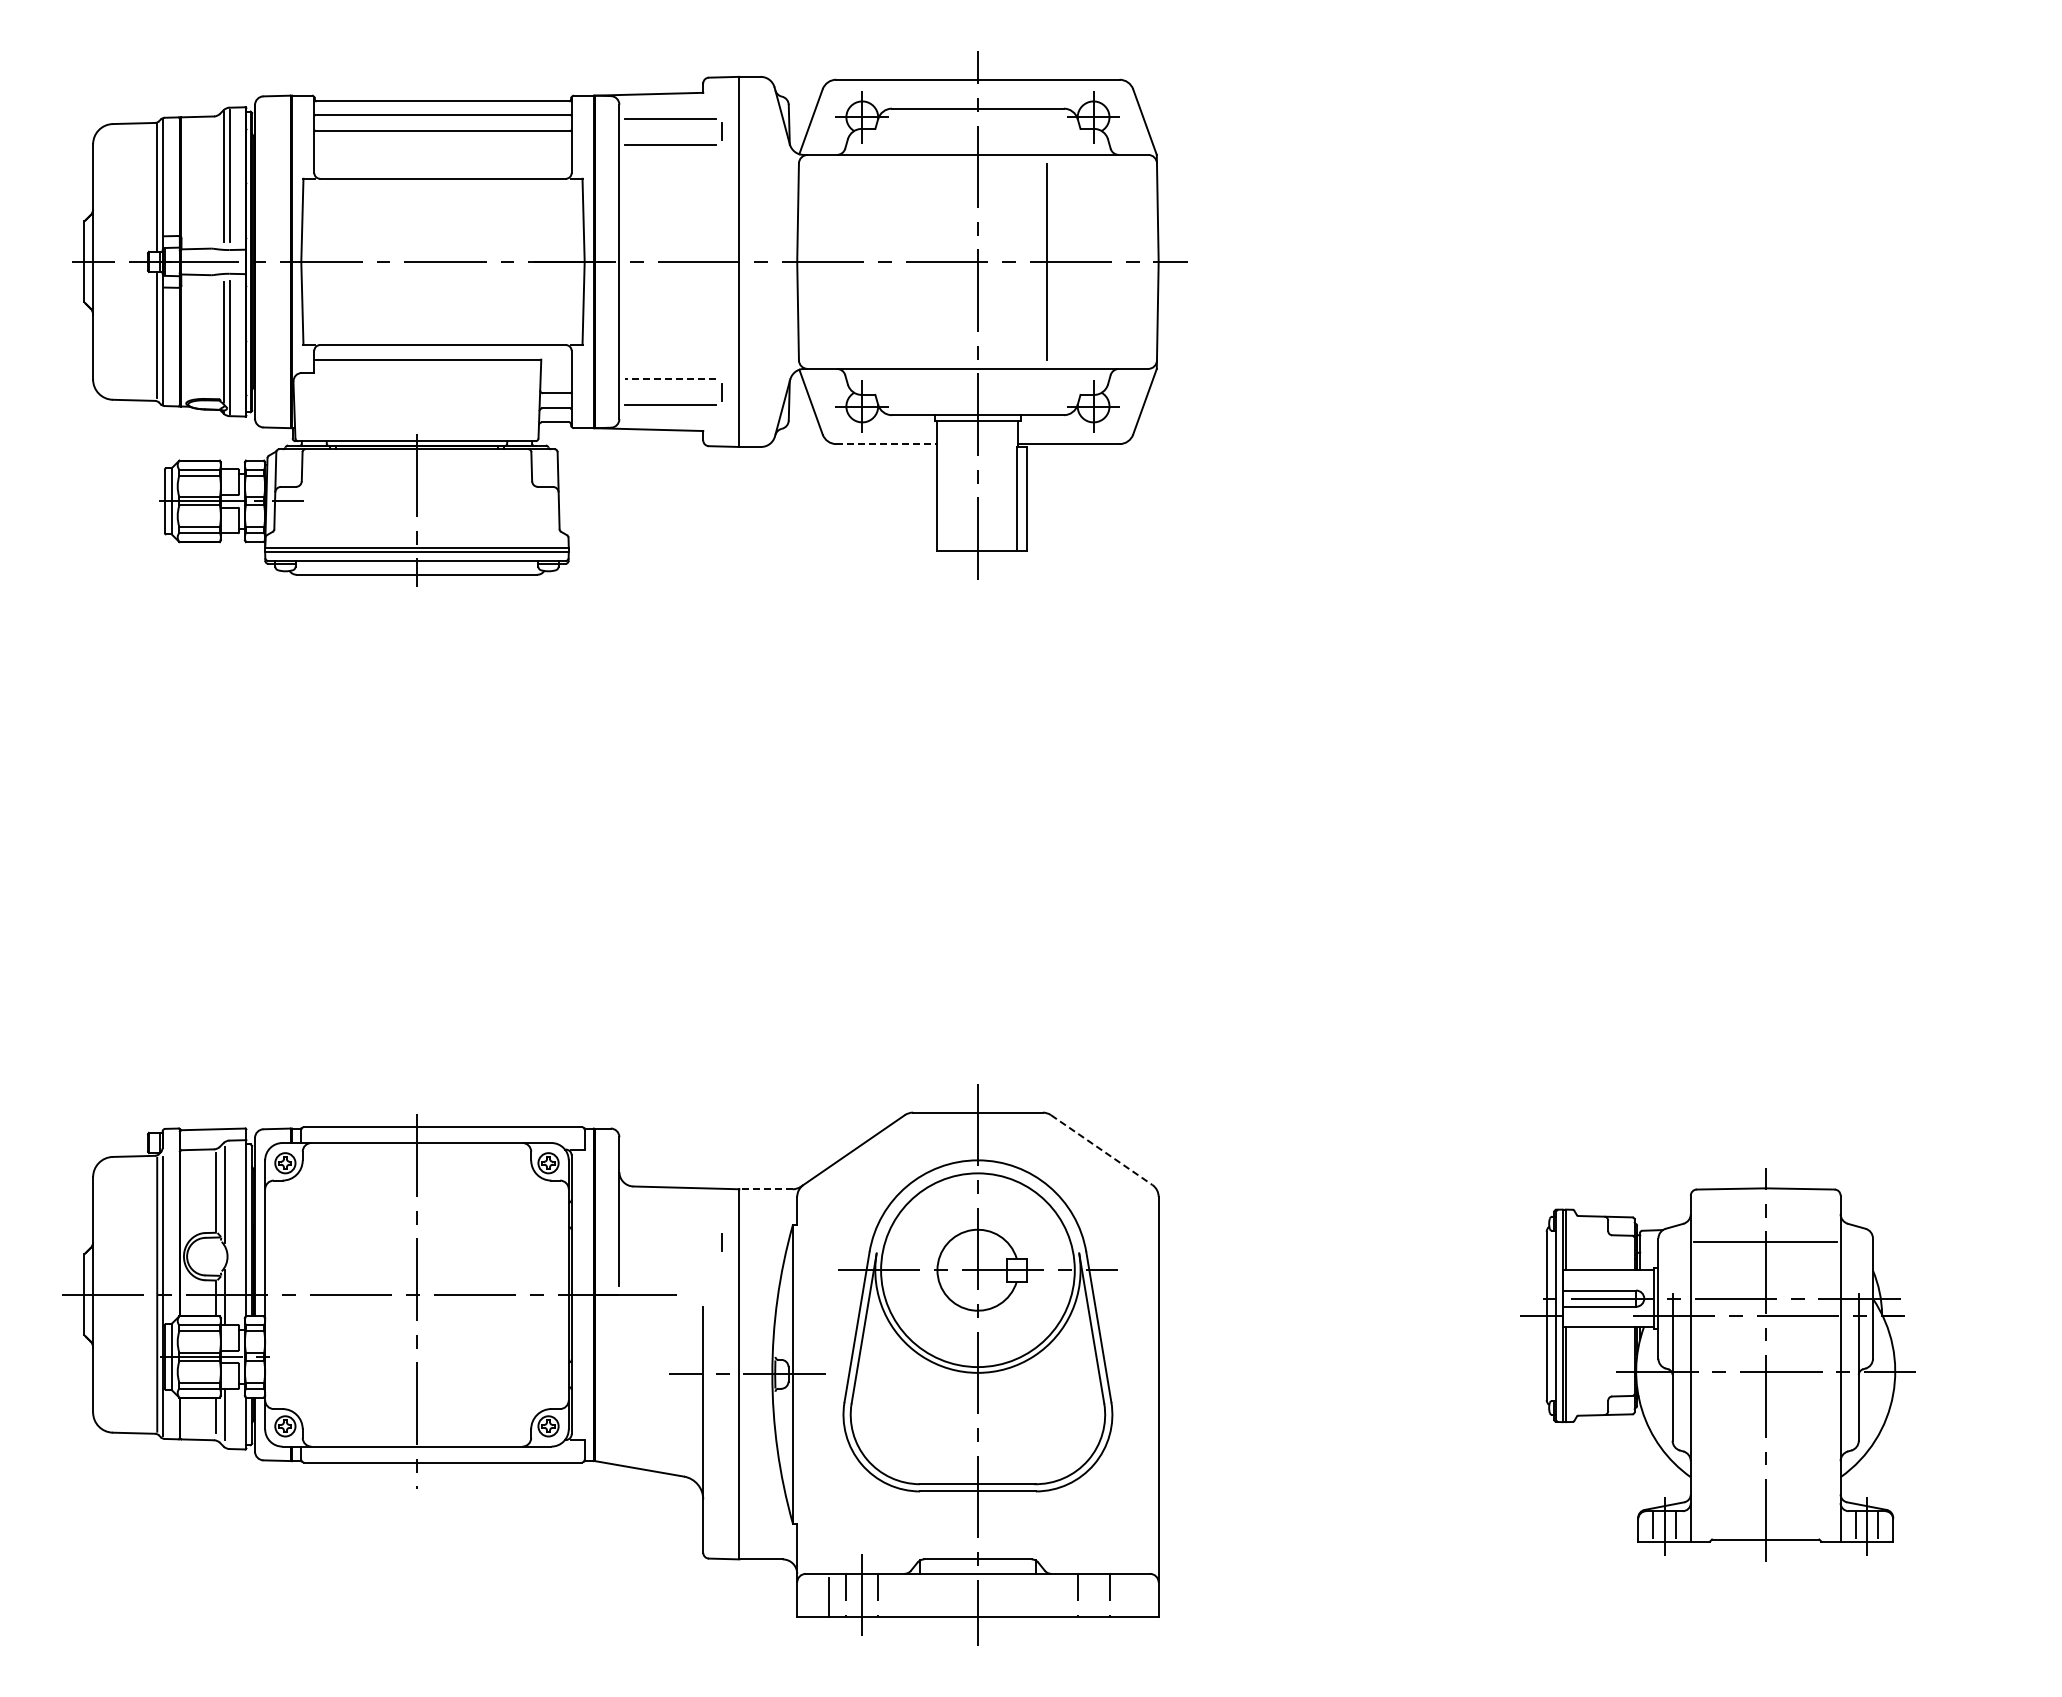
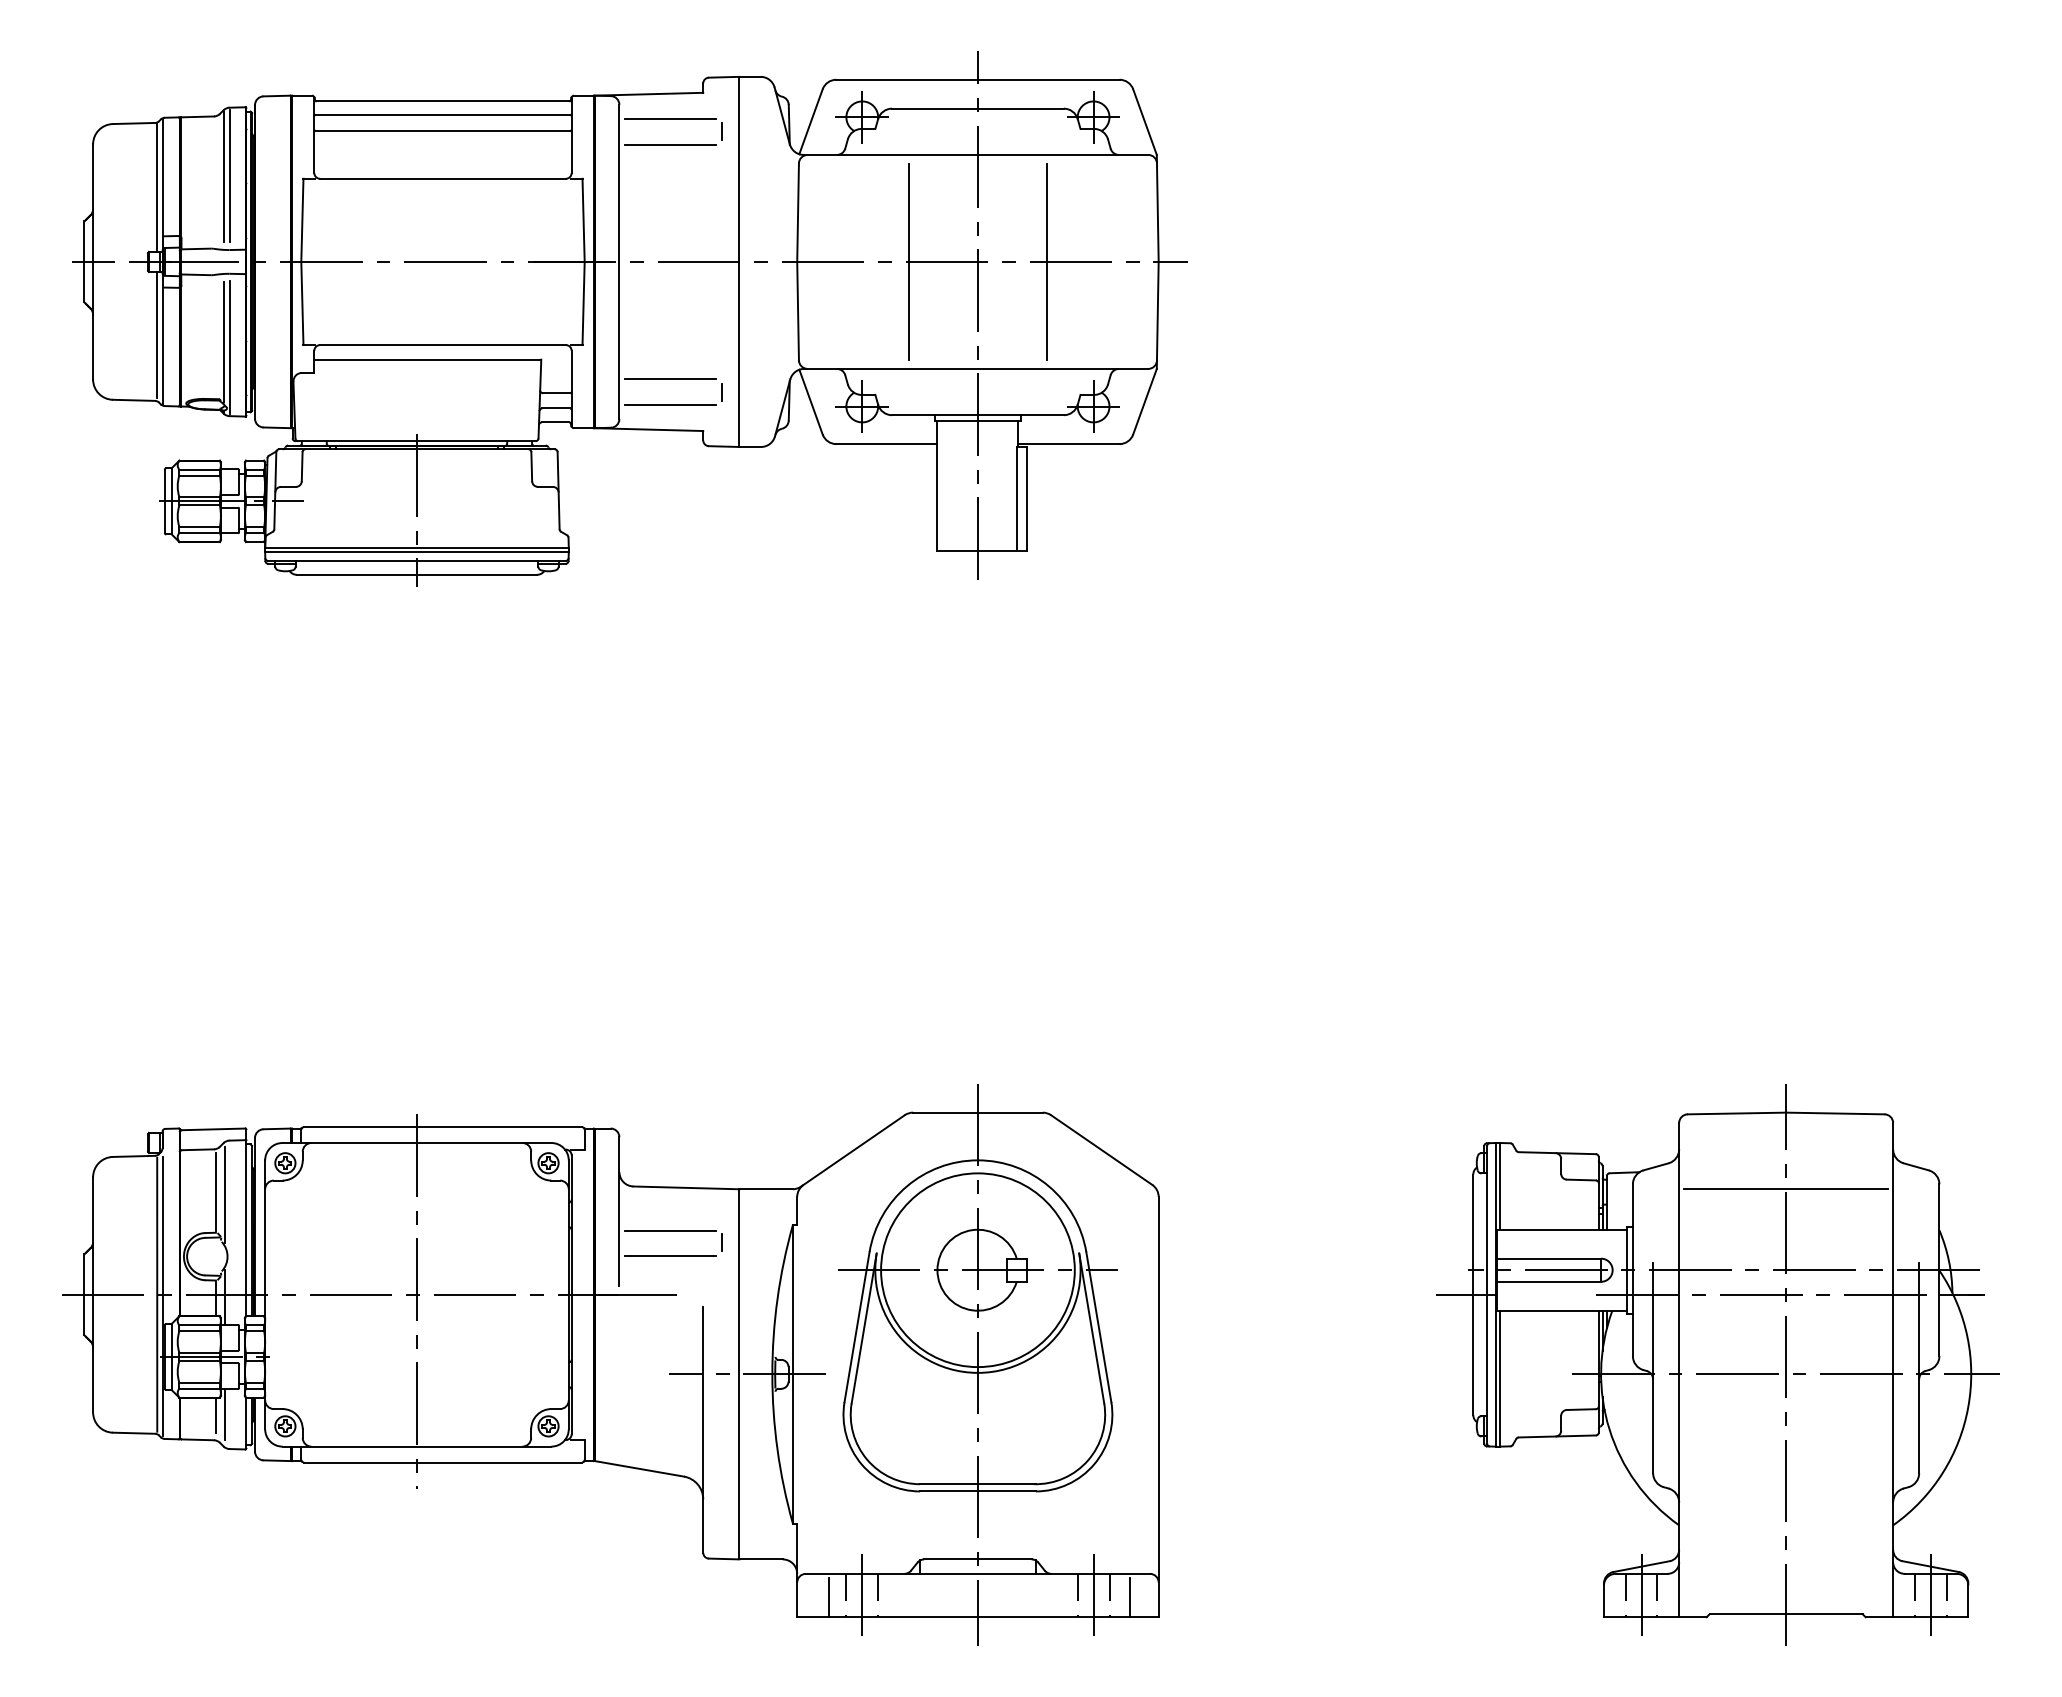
line at (908, 261): none -> present
line at (670, 379): dashed -> solid
line at (886, 444): dashed -> solid
line at (1101, 1150): dashed -> solid
line at (766, 1189): dashed -> solid
line at (670, 1231): none -> present
line at (670, 1255): none -> present
part at (1717, 1364) size: 396x394 px -> 564x562 px
line at (1093, 1595): none -> present
line at (1129, 1597): none -> present
